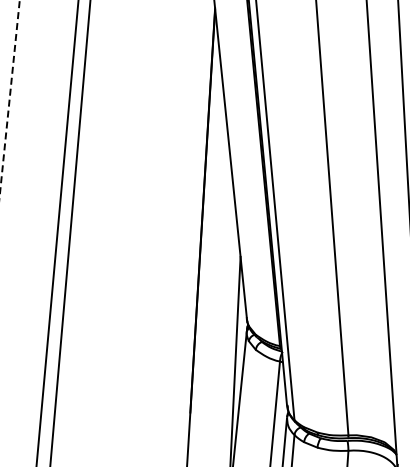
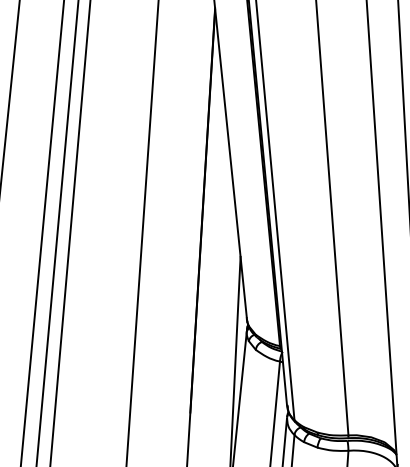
line at (9, 96): dashed -> solid
line at (42, 232): none -> present
line at (142, 232): none -> present
